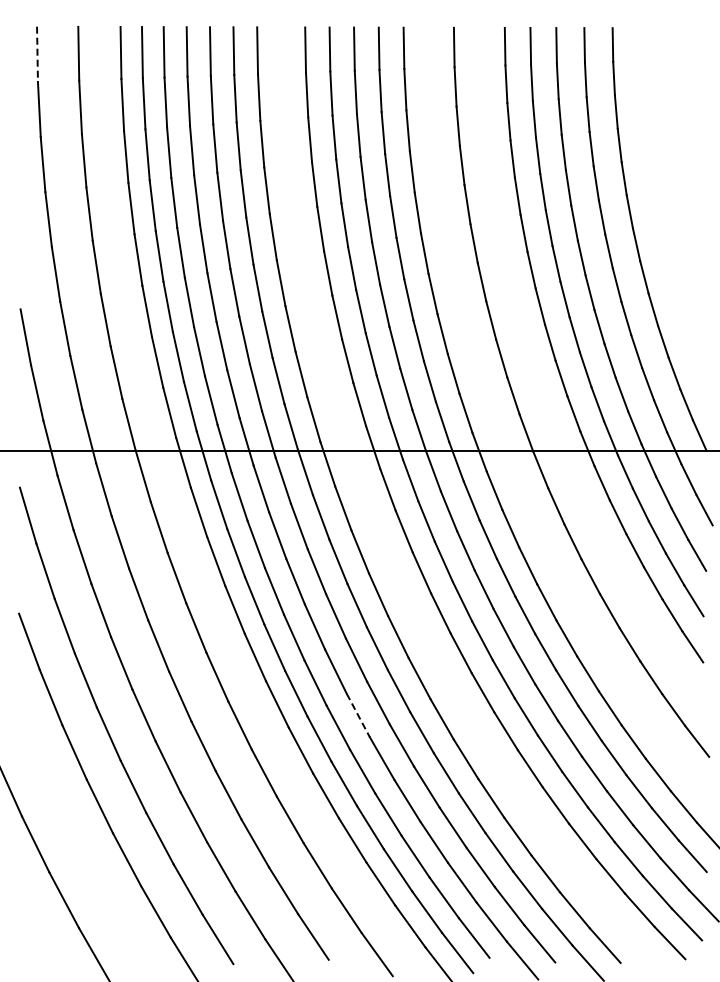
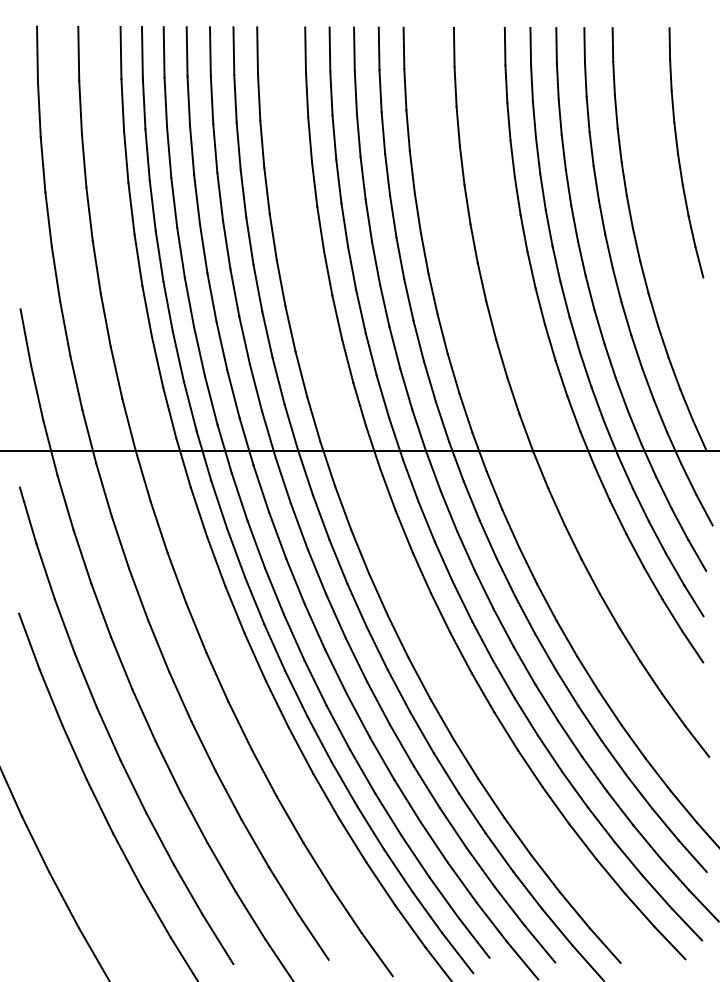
line at (37, 54): dashed -> solid
part at (679, 154): none -> present
line at (358, 715): dashed -> solid
